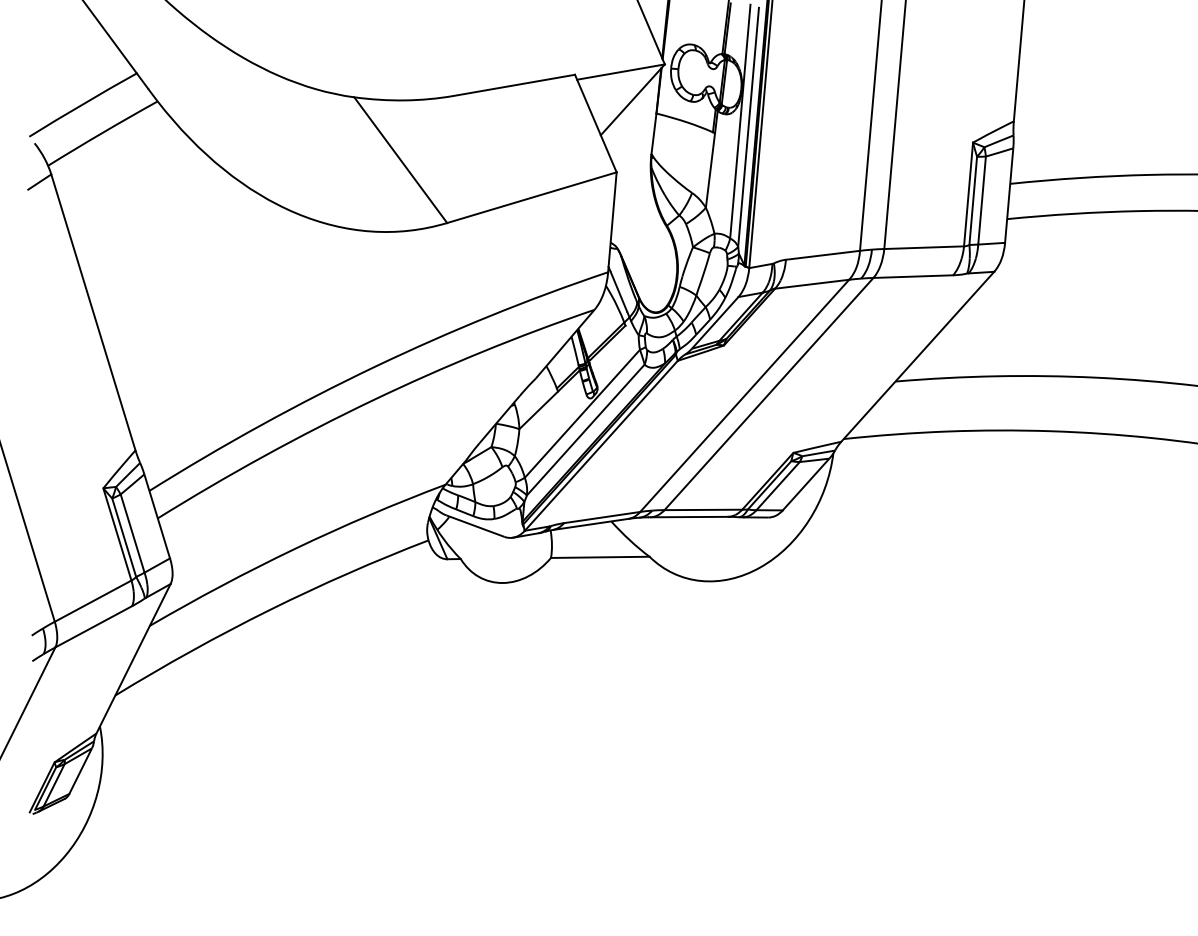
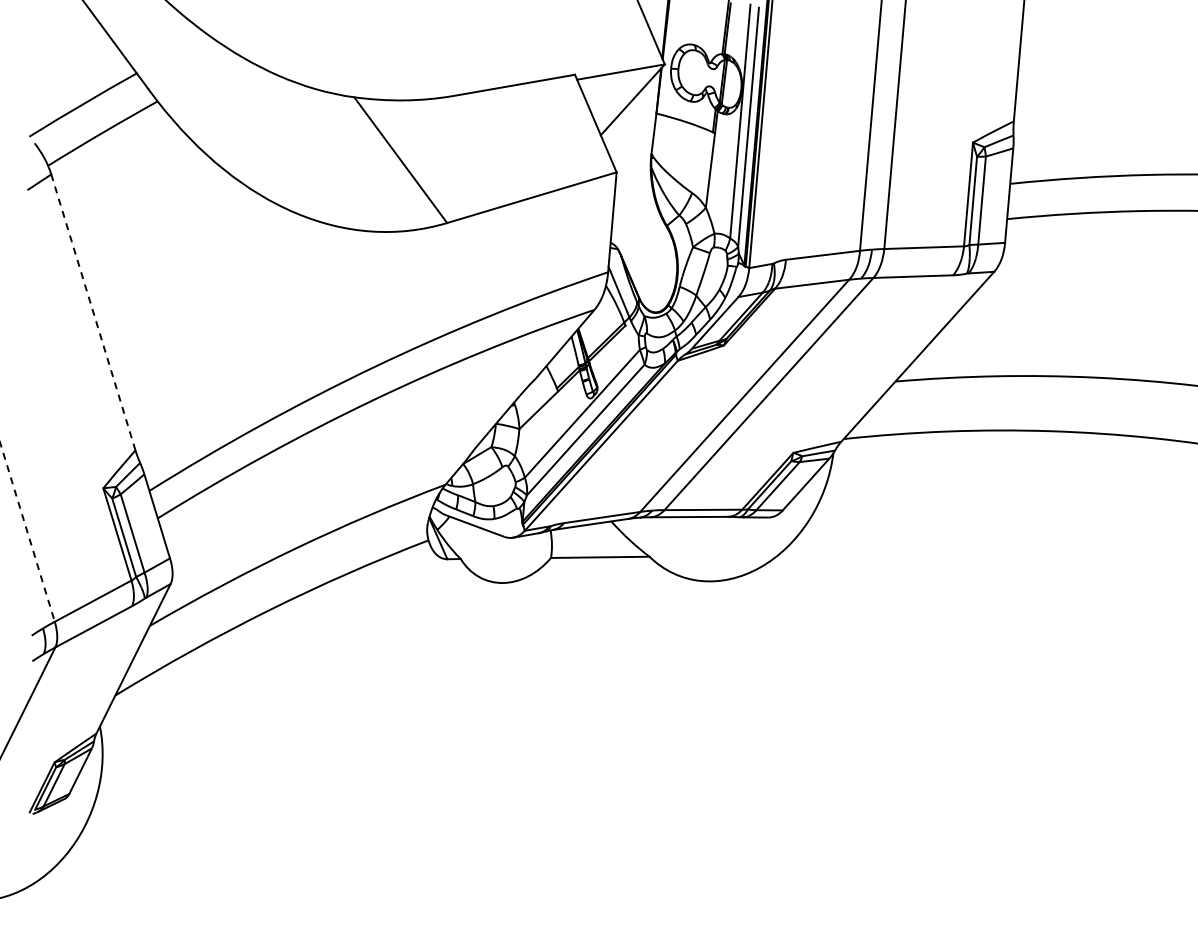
line at (93, 311): solid -> dashed
line at (27, 532): solid -> dashed
